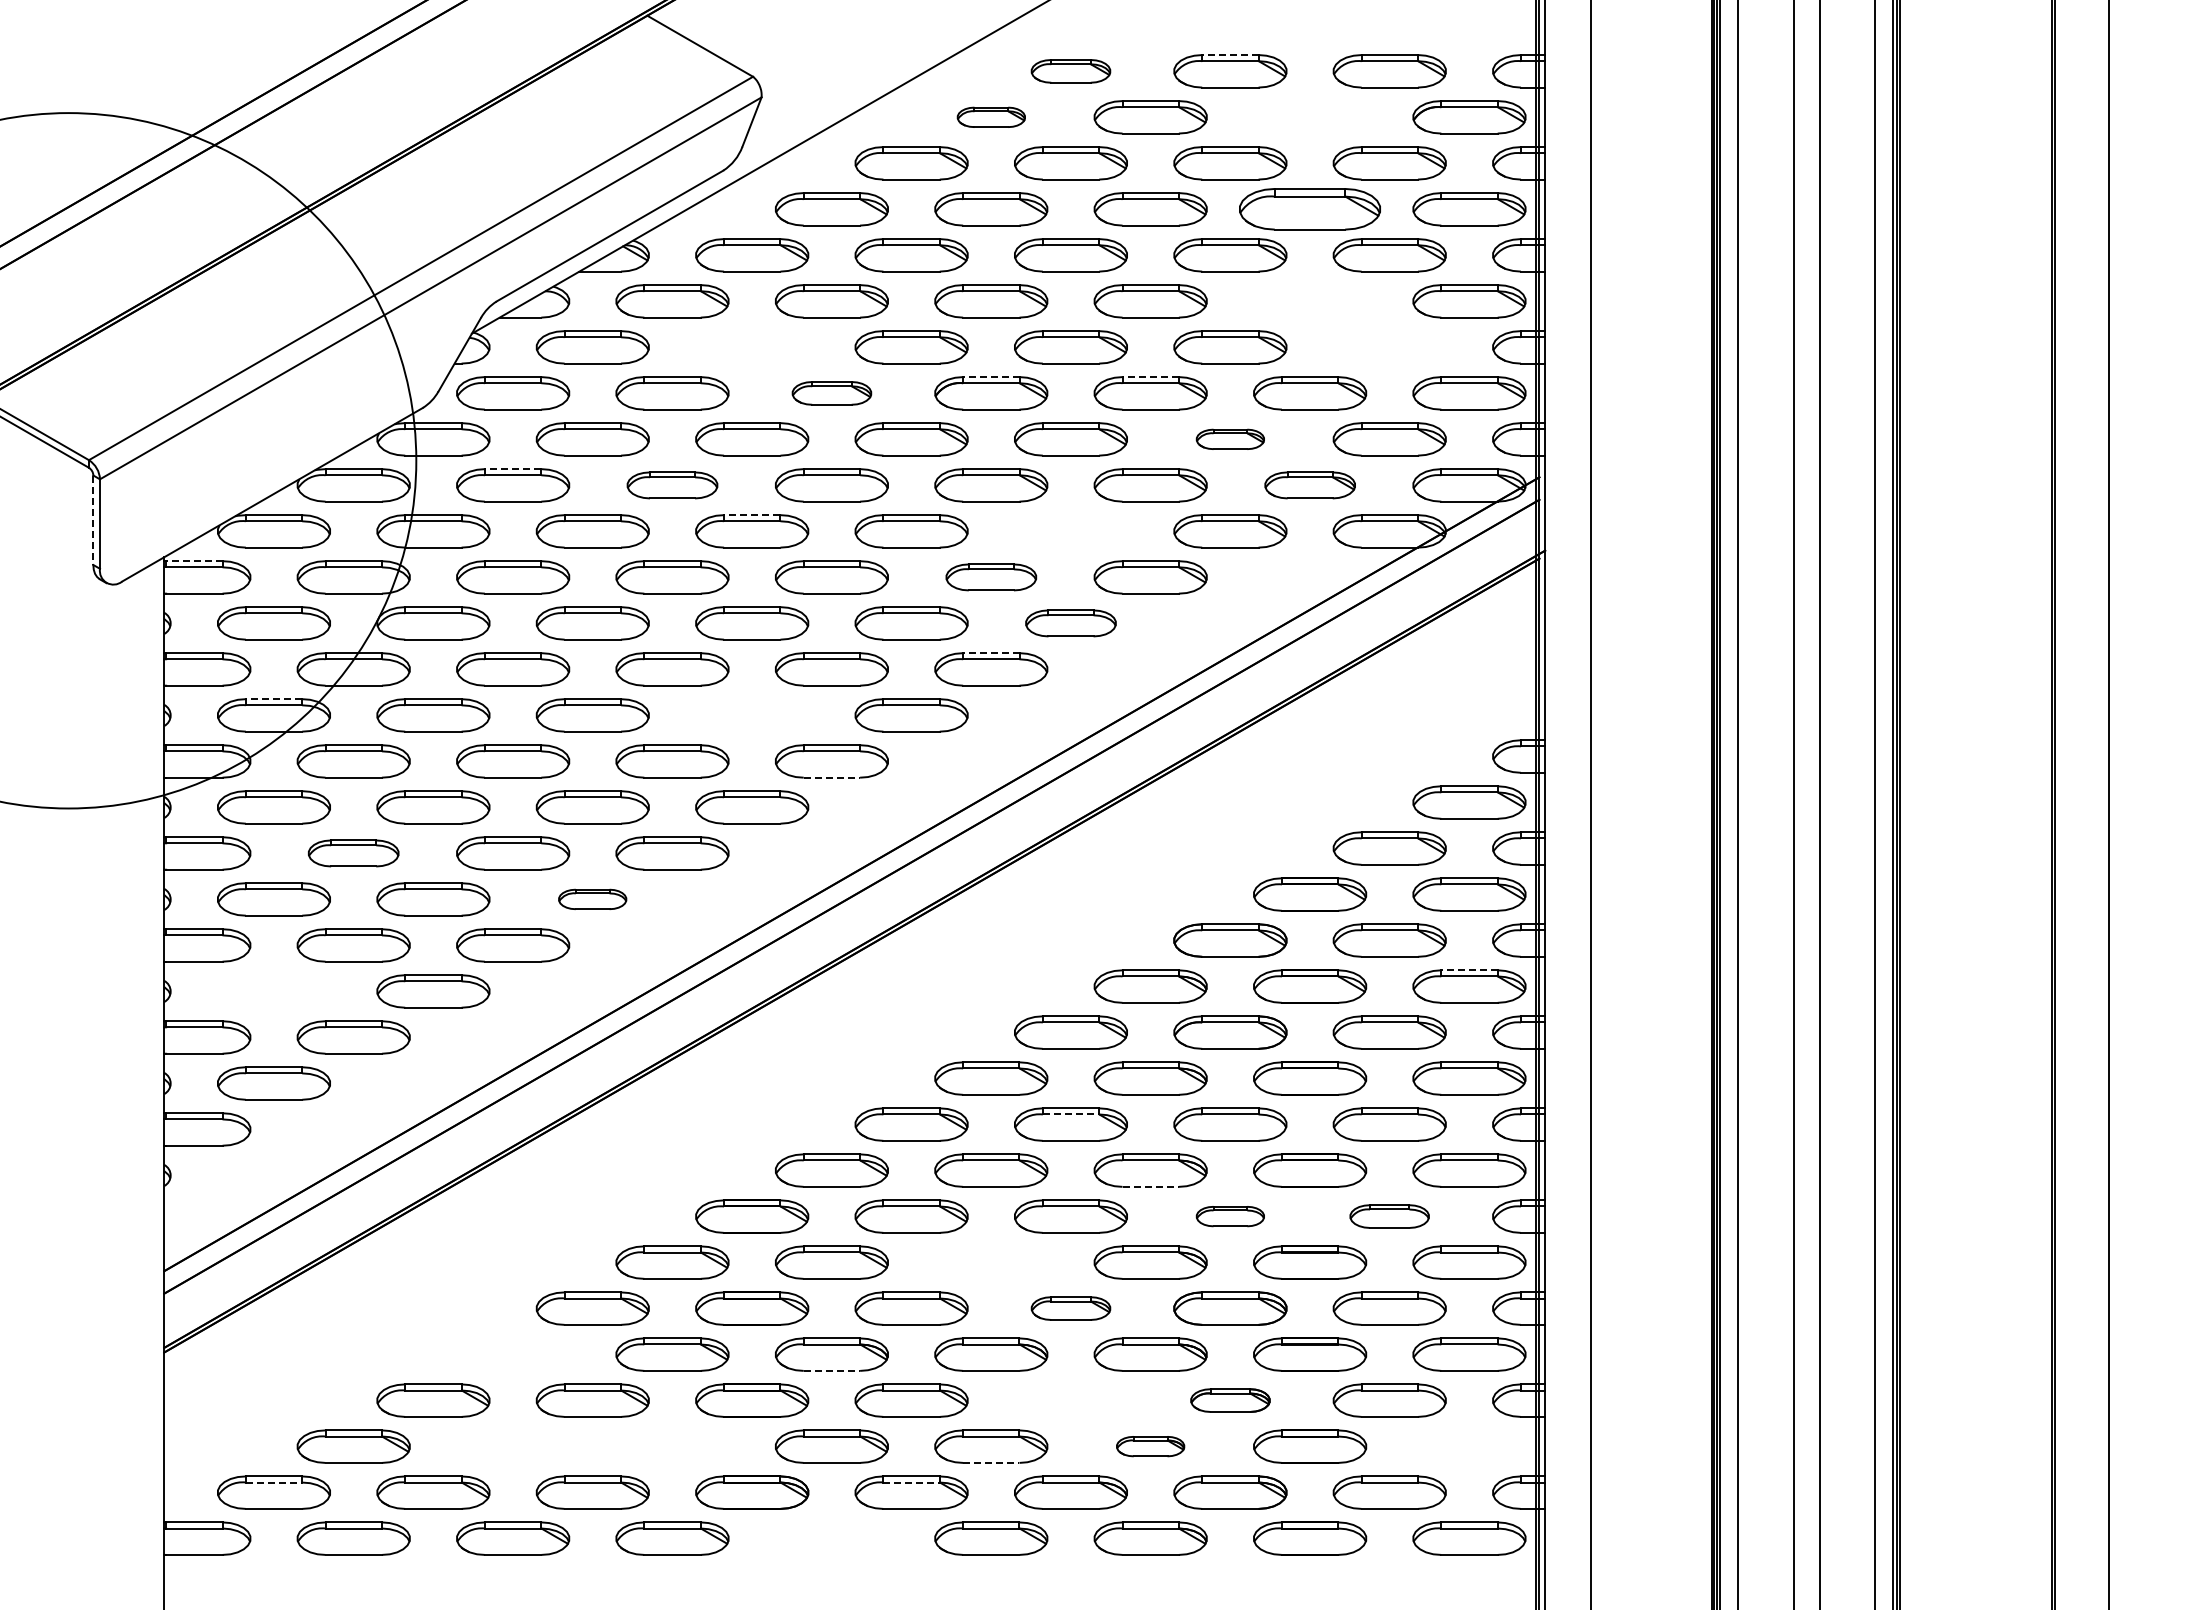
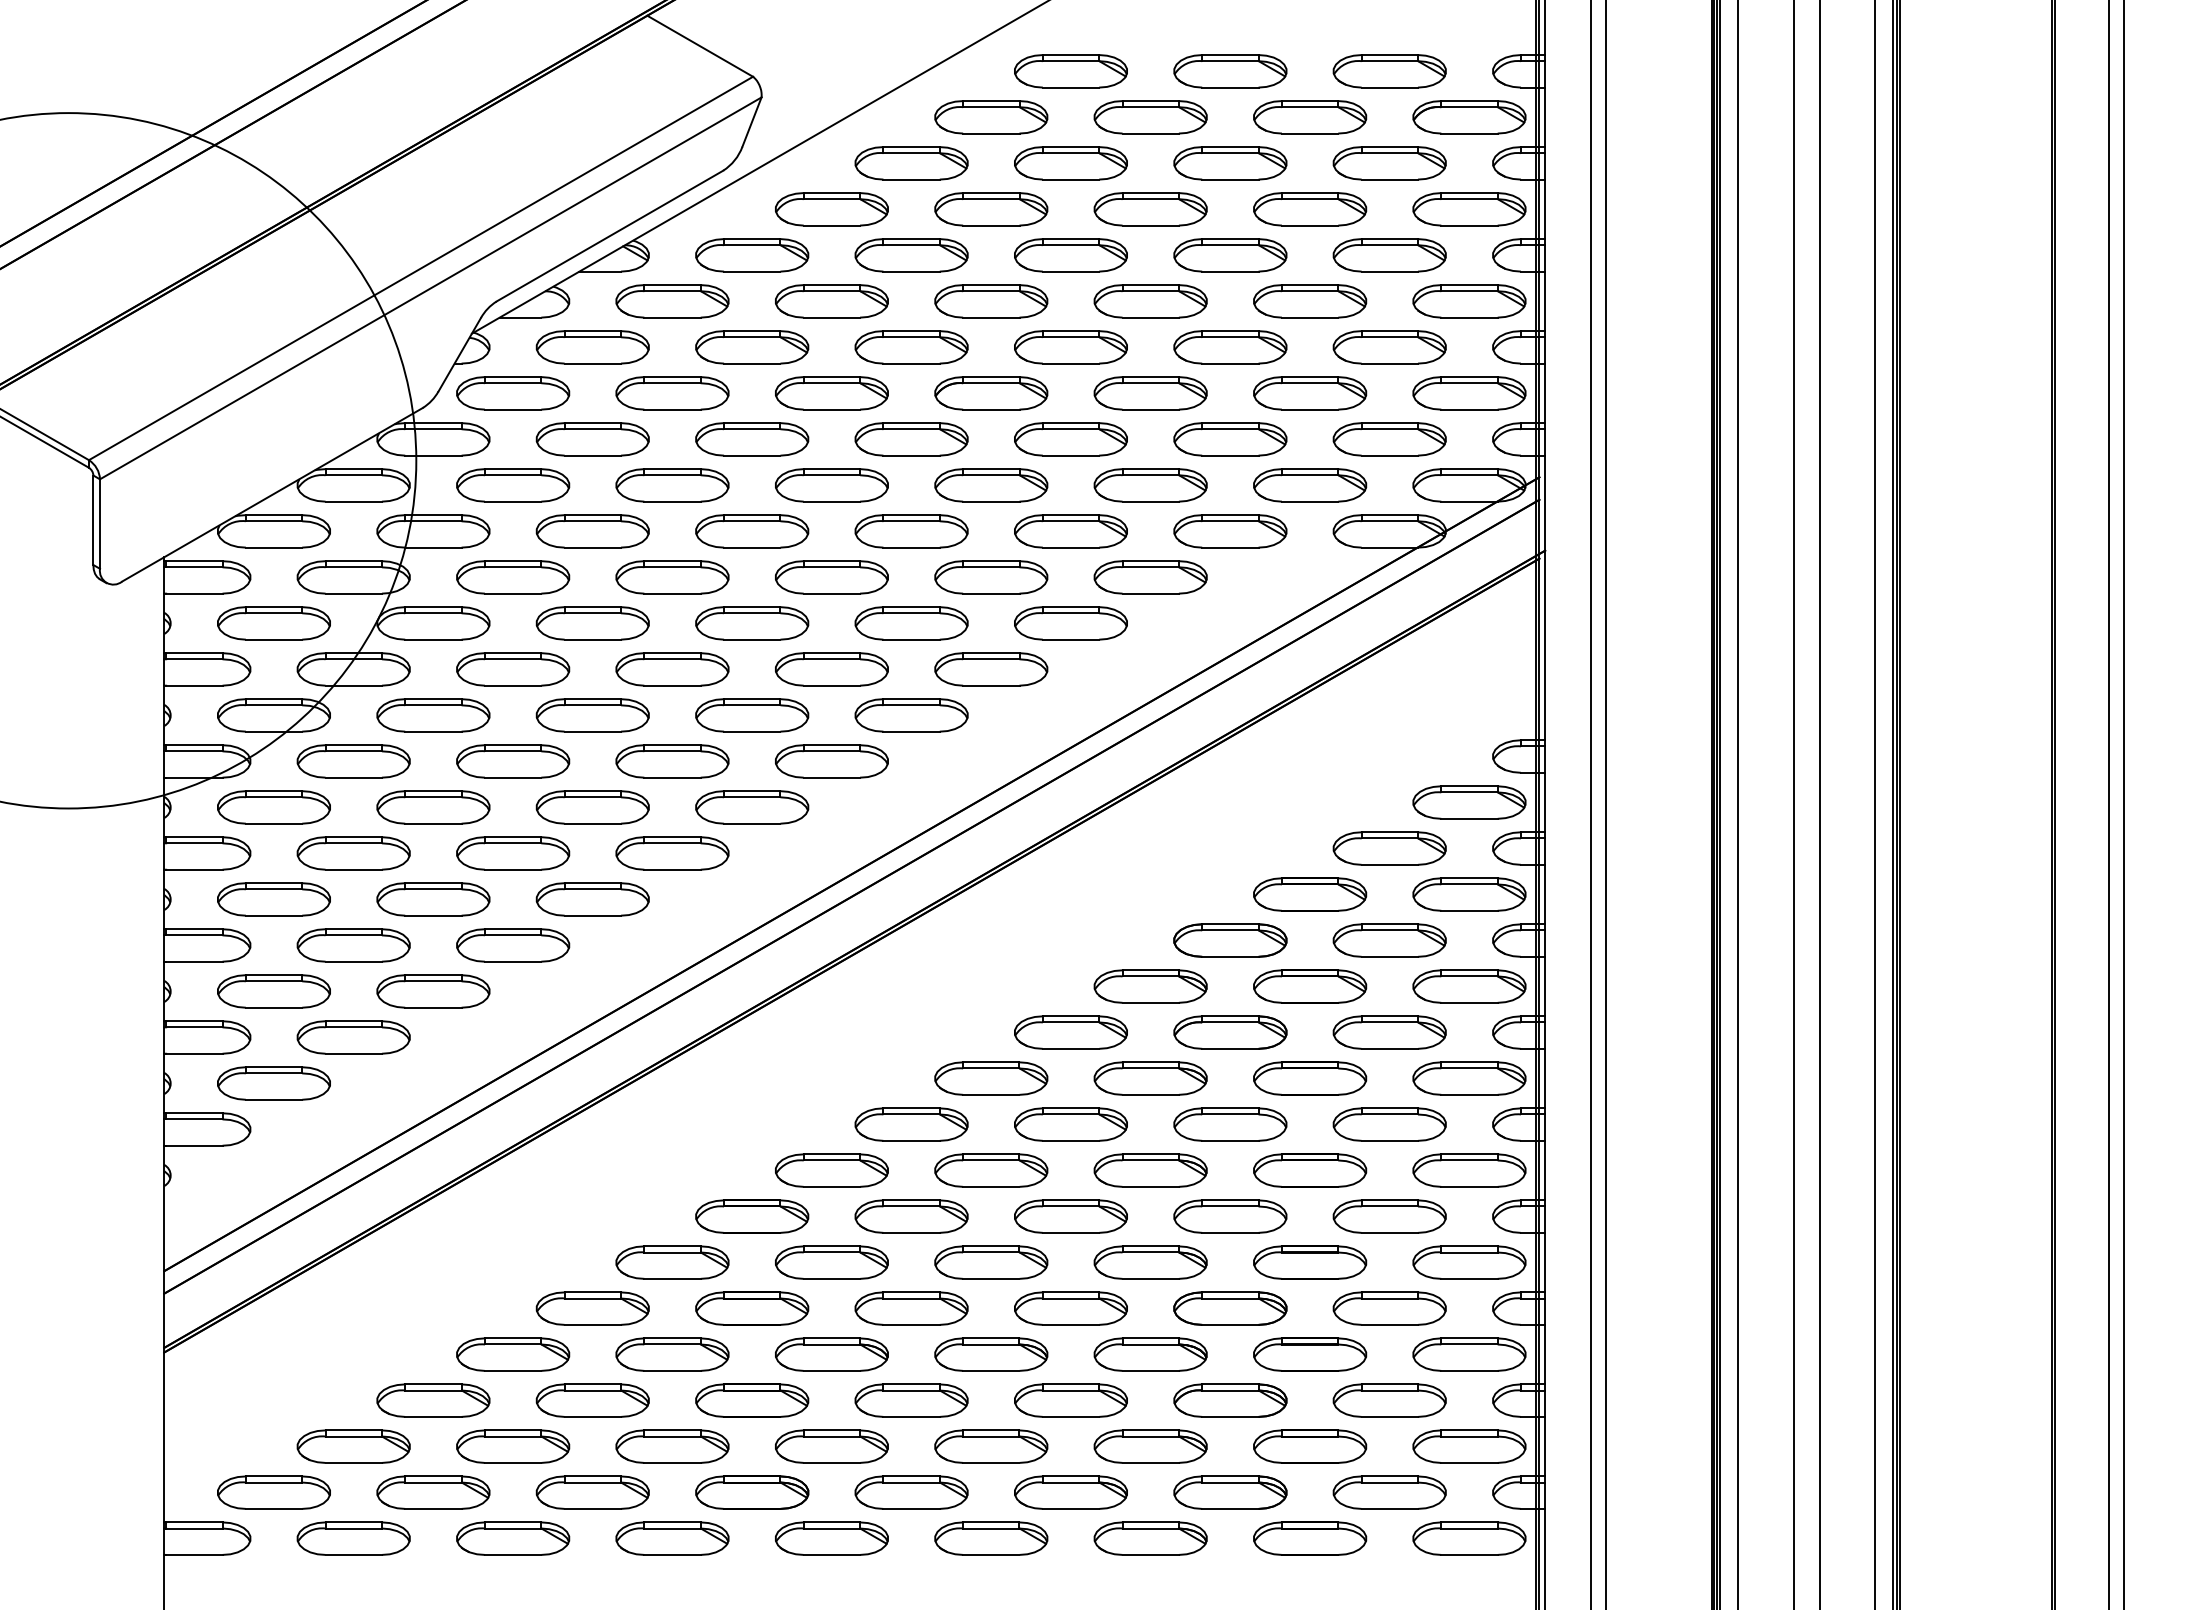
line at (1229, 55): dashed -> solid
part at (1070, 71) size: 82x25 px -> 114x35 px
part at (990, 116) size: 70x22 px -> 115x35 px
part at (1310, 117): none -> present
part at (1309, 209) size: 142x43 px -> 115x35 px
part at (1310, 301): none -> present
part at (752, 347): none -> present
part at (1389, 347): none -> present
line at (990, 377): dashed -> solid
line at (1150, 377): dashed -> solid
part at (831, 393) size: 82x25 px -> 114x35 px
part at (1229, 438) size: 70x22 px -> 115x35 px
line at (512, 469): dashed -> solid
part at (672, 485) size: 93x29 px -> 115x35 px
part at (1309, 485) size: 92x29 px -> 115x35 px
line at (751, 515): dashed -> solid
line at (93, 520): dashed -> solid
part at (1070, 531): none -> present
line at (193, 561): dashed -> solid
part at (991, 577) size: 93x29 px -> 115x35 px
part at (1070, 623) size: 92x29 px -> 114x35 px
line at (990, 653): dashed -> solid
line at (273, 699): dashed -> solid
part at (752, 715): none -> present
line at (832, 777): dashed -> solid
line at (1605, 804): none -> present
line at (2124, 804): none -> present
part at (353, 853) size: 93x29 px -> 115x35 px
part at (592, 898) size: 70x22 px -> 115x35 px
line at (1469, 970): dashed -> solid
part at (273, 991): none -> present
line at (1071, 1114): dashed -> solid
line at (1151, 1186): dashed -> solid
part at (1229, 1216) size: 70x22 px -> 115x35 px
part at (1389, 1216) size: 81x25 px -> 115x35 px
part at (991, 1262): none -> present
part at (1070, 1308) size: 82x25 px -> 114x35 px
part at (513, 1354): none -> present
line at (832, 1370): dashed -> solid
part at (1070, 1400): none -> present
part at (1230, 1400) size: 81x25 px -> 115x35 px
part at (513, 1446): none -> present
part at (672, 1446): none -> present
part at (1150, 1446) size: 70x22 px -> 115x35 px
part at (1469, 1446): none -> present
line at (991, 1462): dashed -> solid
line at (274, 1482): dashed -> solid
line at (912, 1482): dashed -> solid
part at (831, 1538): none -> present
